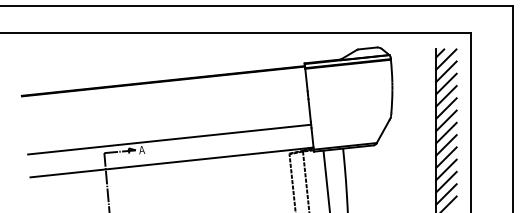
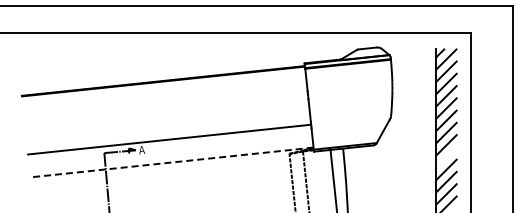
line at (446, 157): present -> none
line at (171, 162): solid -> dashed
line at (326, 179) position: (326, 179) -> (333, 179)
